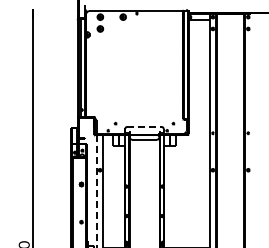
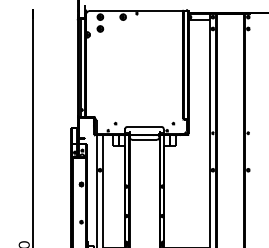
line at (144, 126): dashed -> solid
line at (96, 192): dashed -> solid
